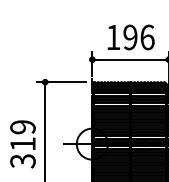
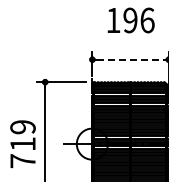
text at (130, 37) position: (130, 37) -> (130, 20)
line at (130, 59): solid -> dashed
text at (22, 161): 319 -> 719
